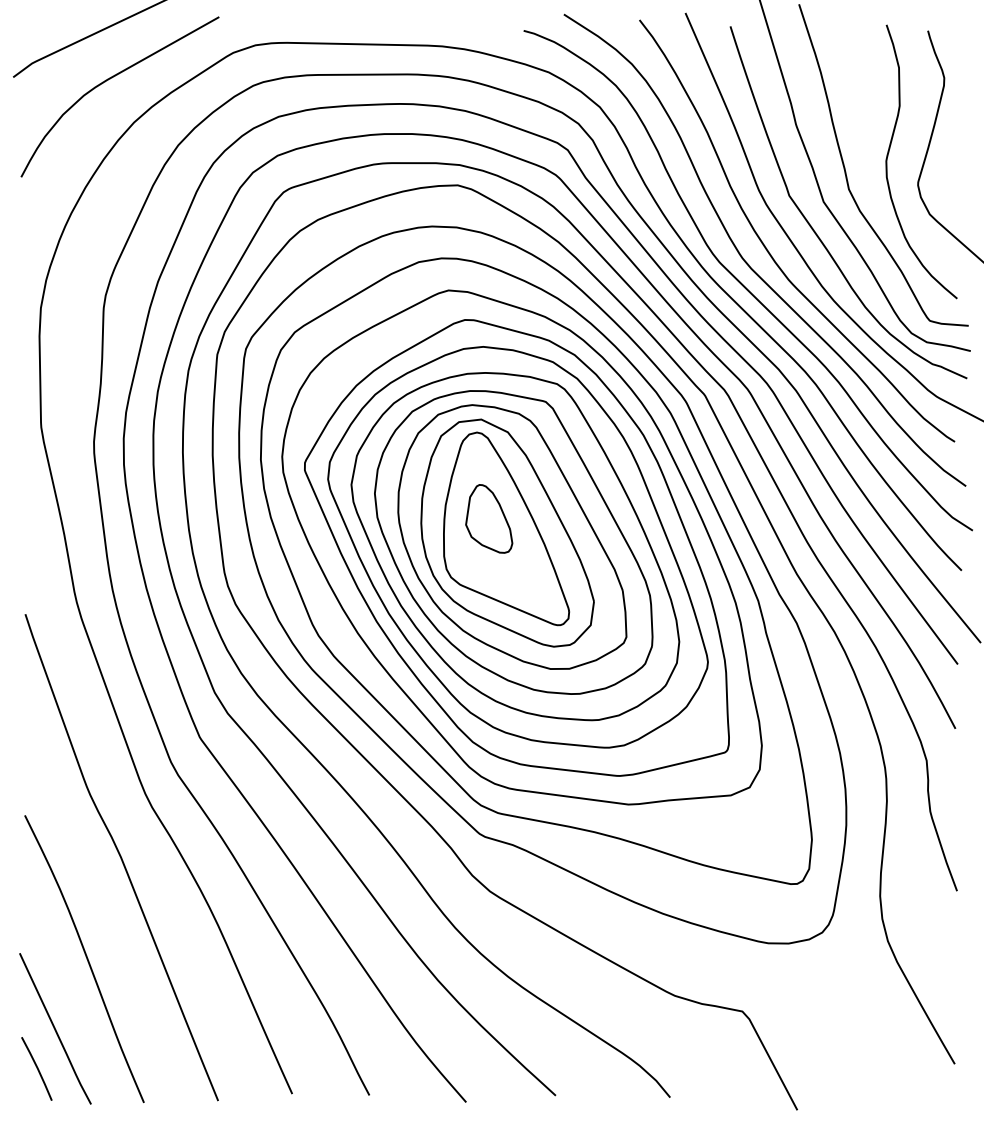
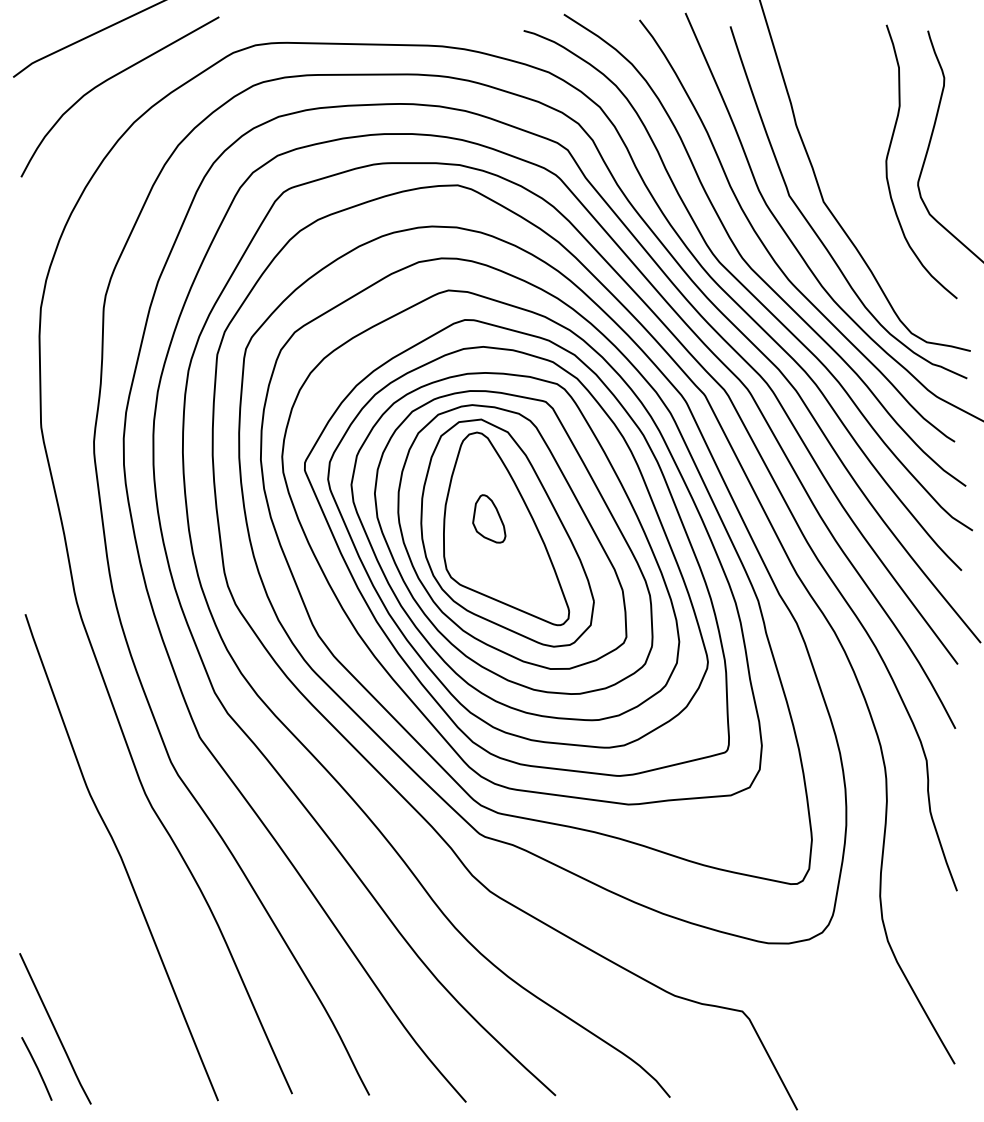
curve at (846, 171): present -> none
part at (489, 518) size: 49x70 px -> 35x50 px
curve at (86, 958): present -> none
